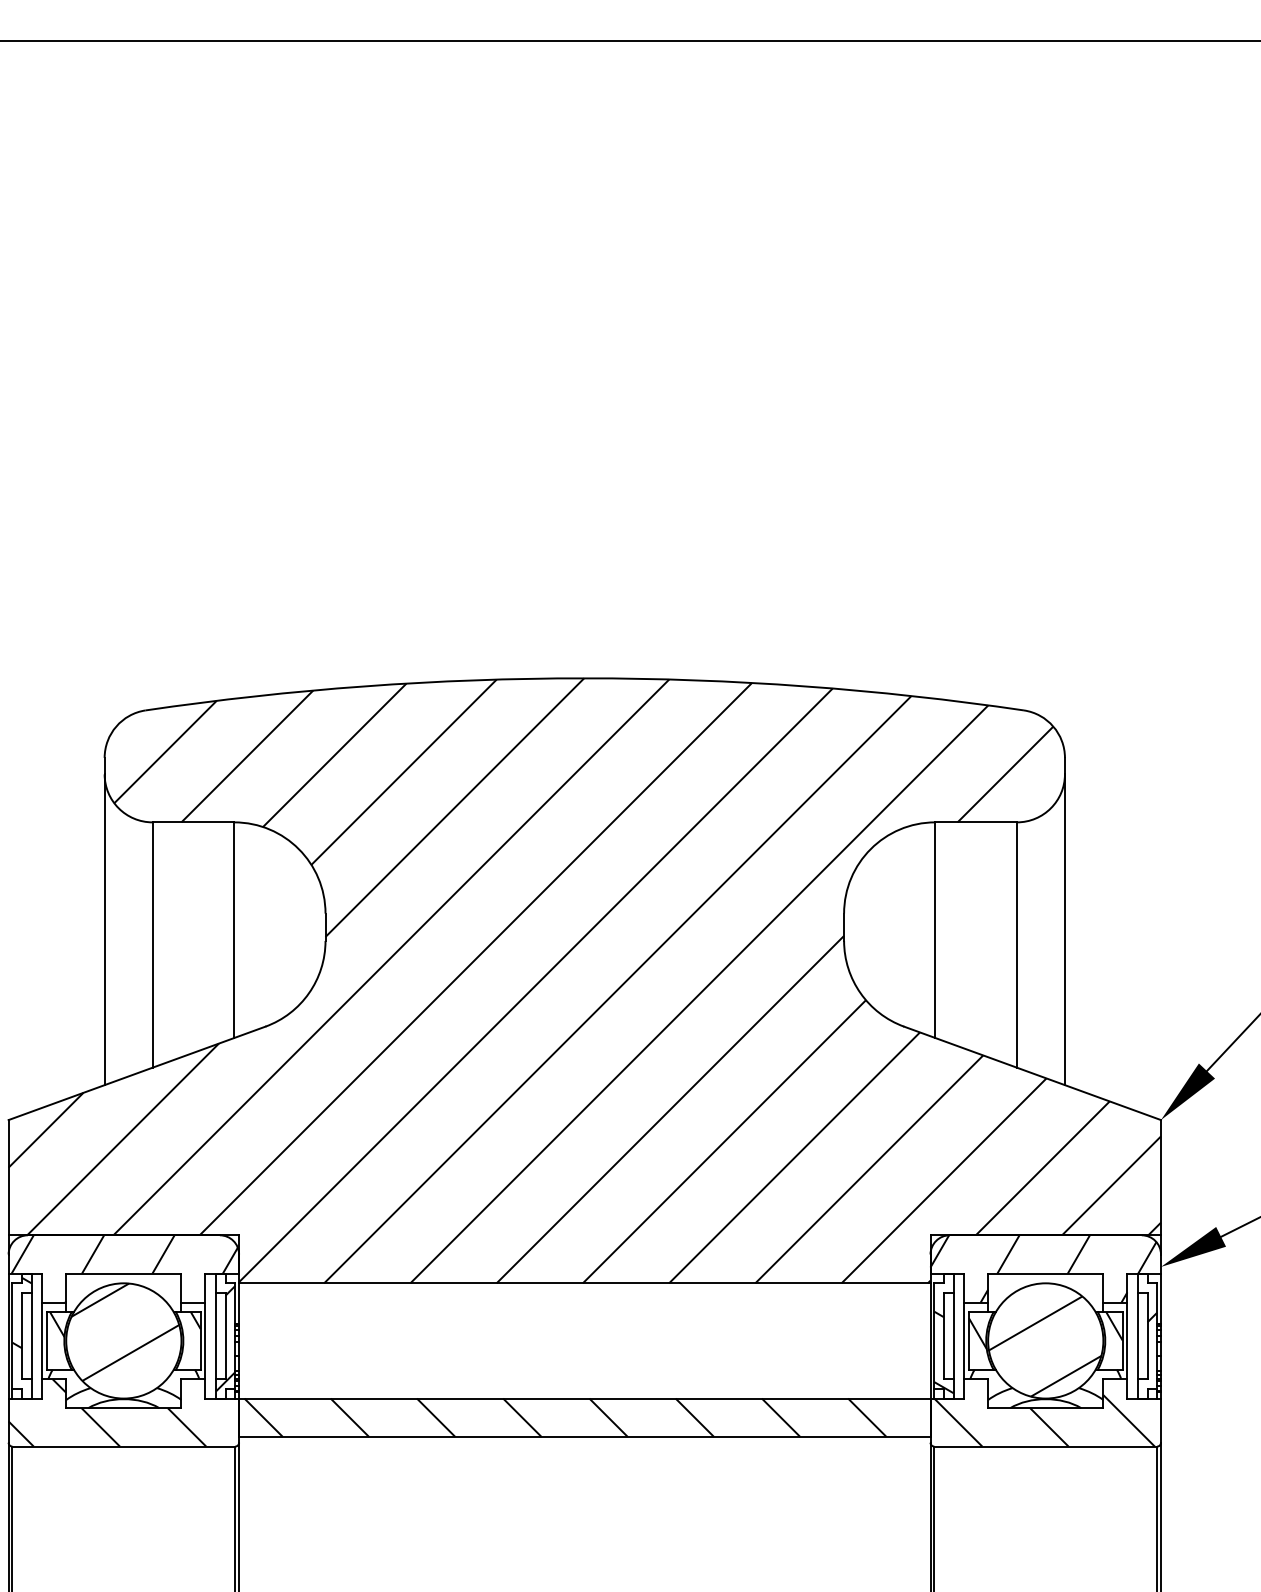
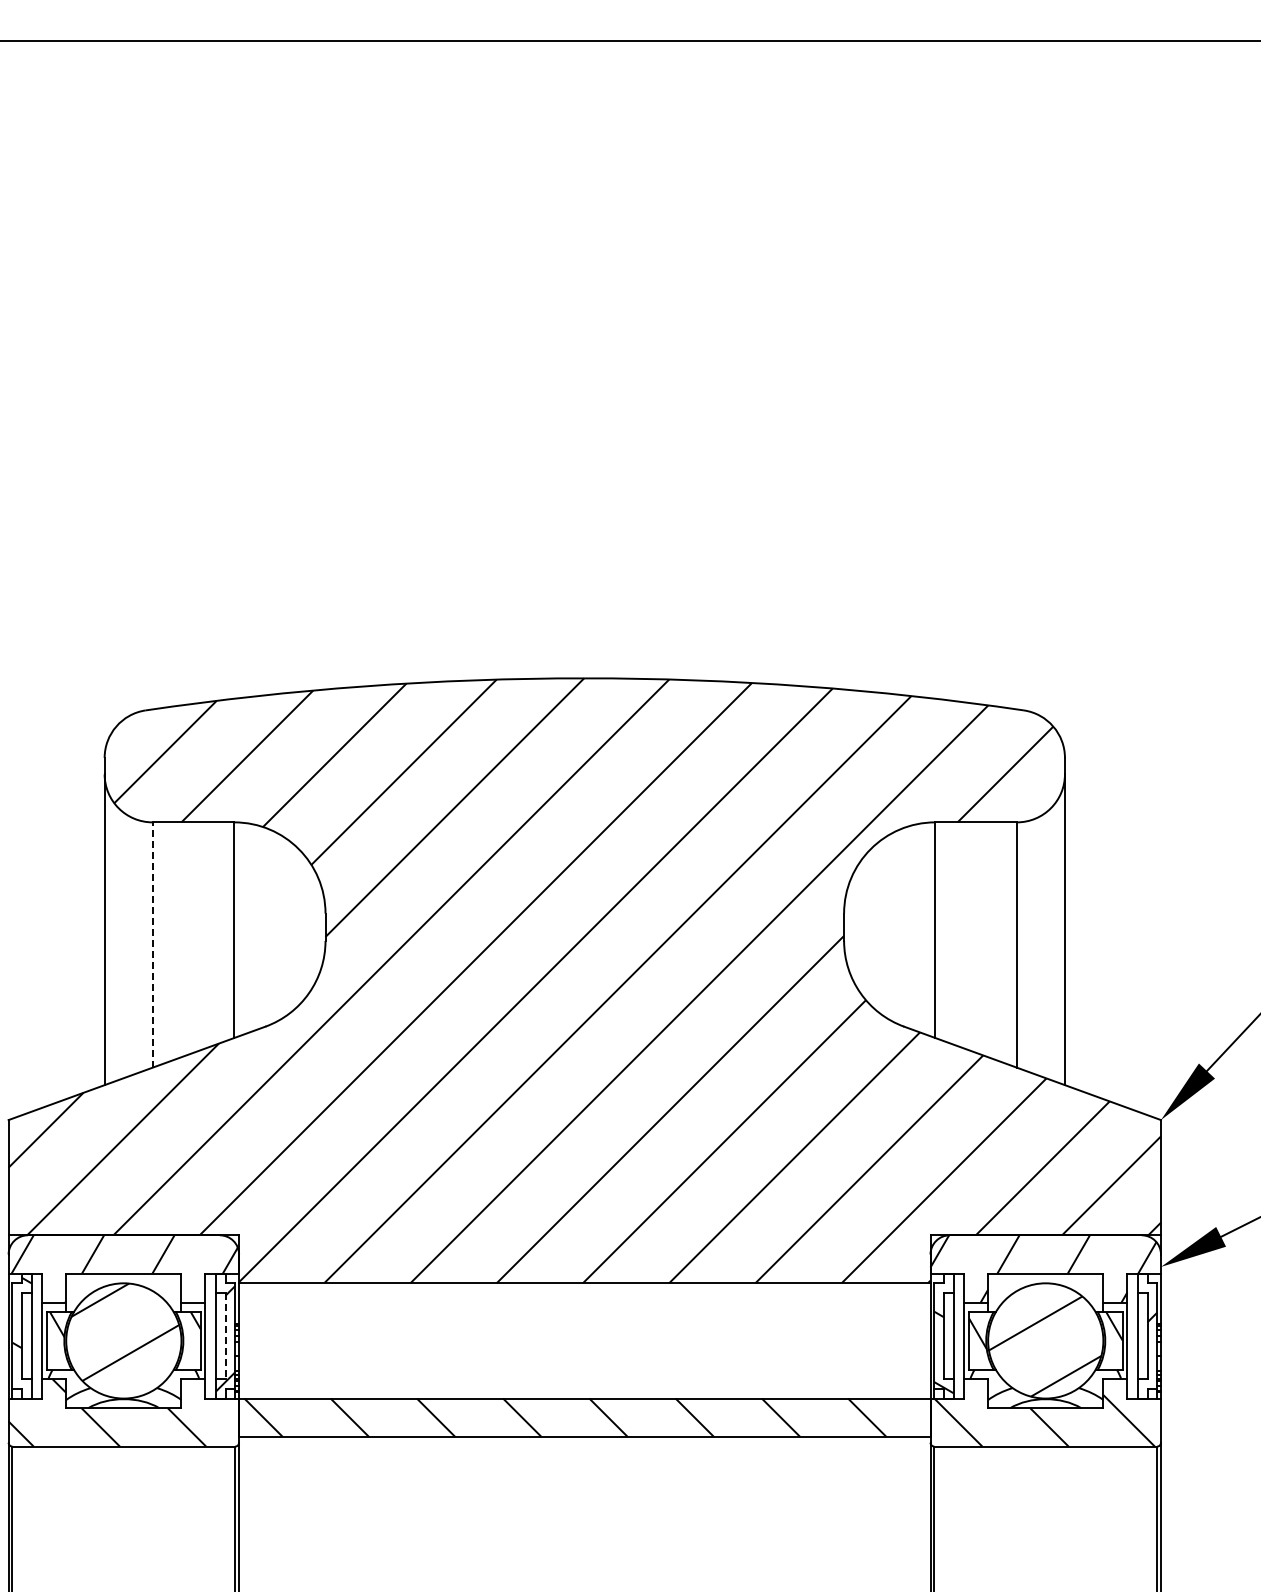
line at (152, 945): solid -> dashed
line at (225, 1336): solid -> dashed
